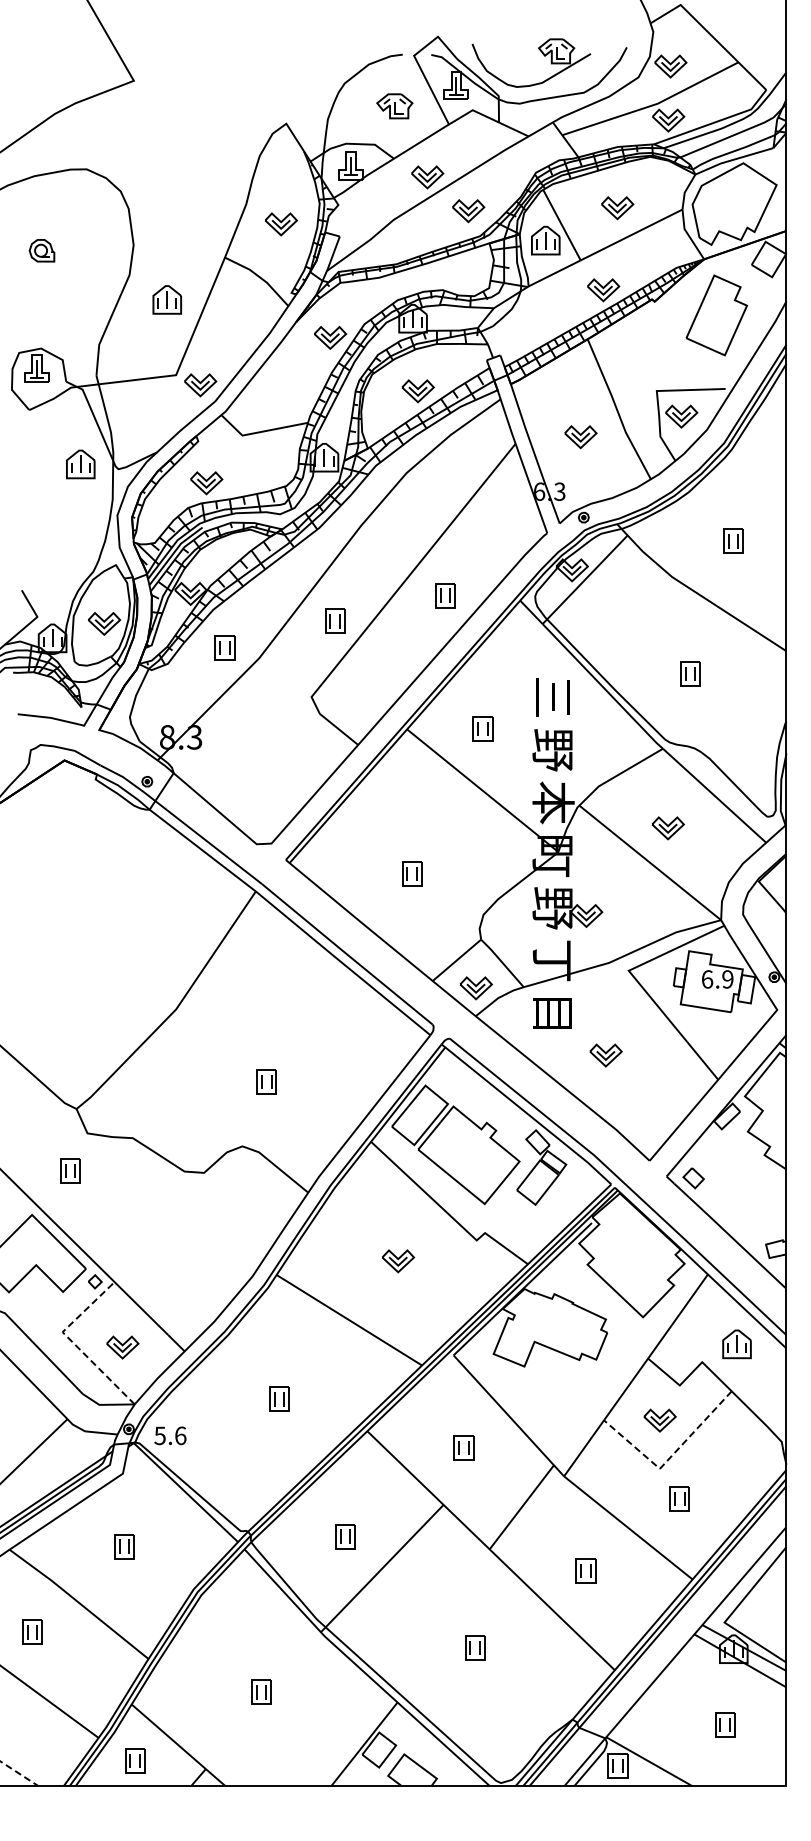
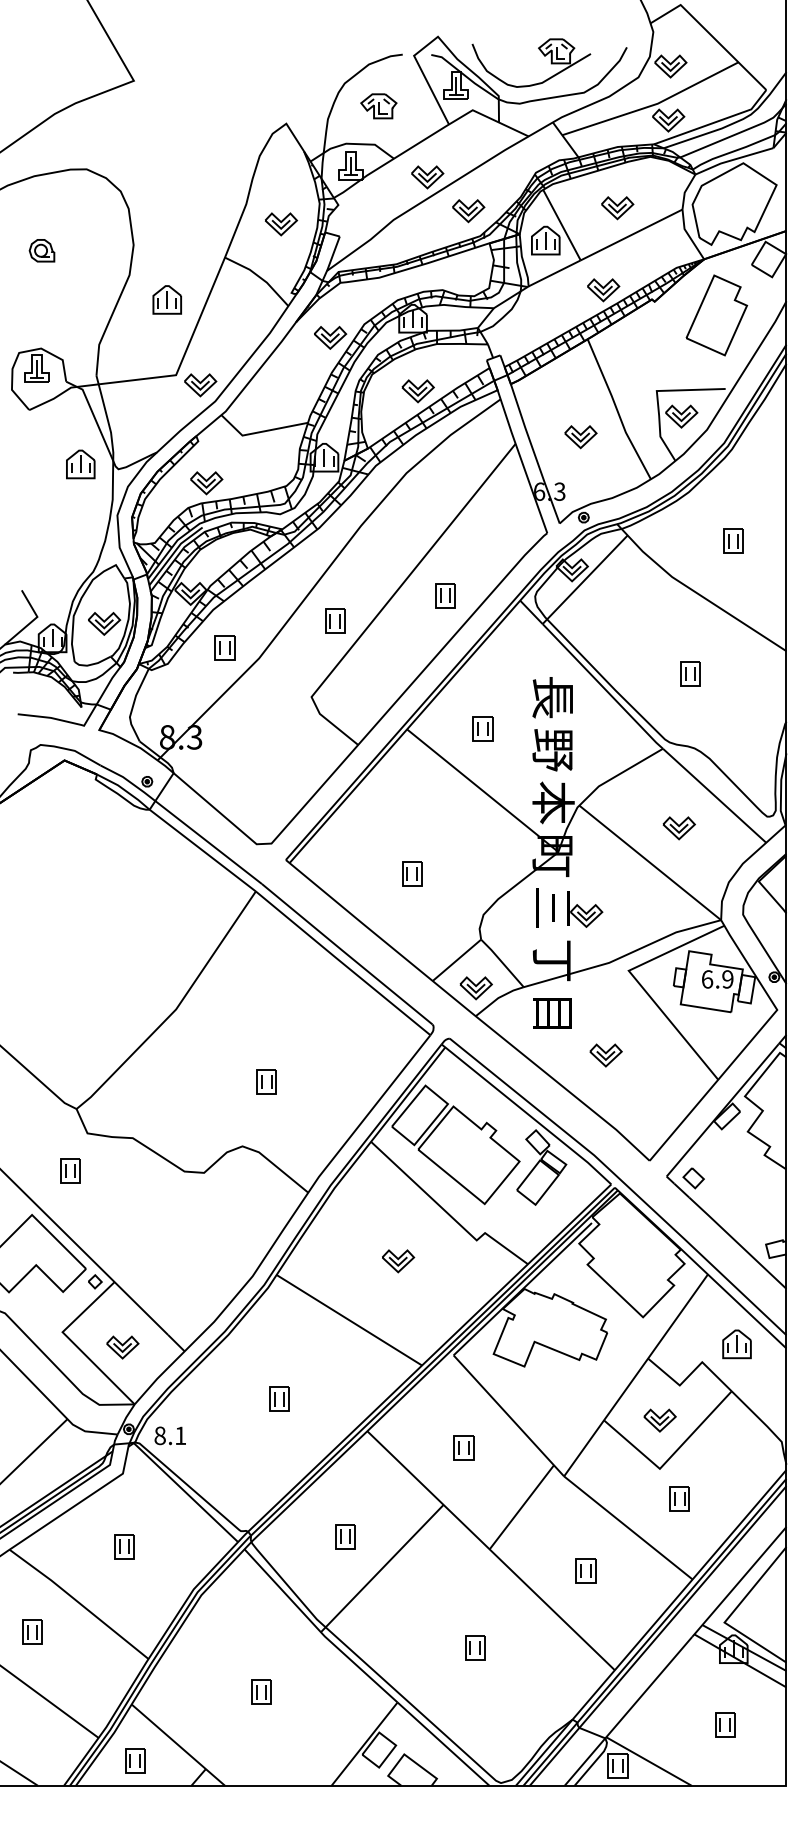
part at (394, 106) position: (394, 106) -> (378, 106)
text at (552, 697): 三 -> 長
part at (667, 828) position: (667, 828) -> (678, 828)
text at (552, 908): 野 -> 三
line at (72, 1342): dashed -> solid
text at (170, 1435): 5.6 -> 8.1
line at (670, 1457): dashed -> solid
line at (19, 1773): dashed -> solid
